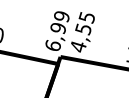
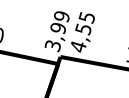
text at (52, 46): 6,99 -> 3,99
